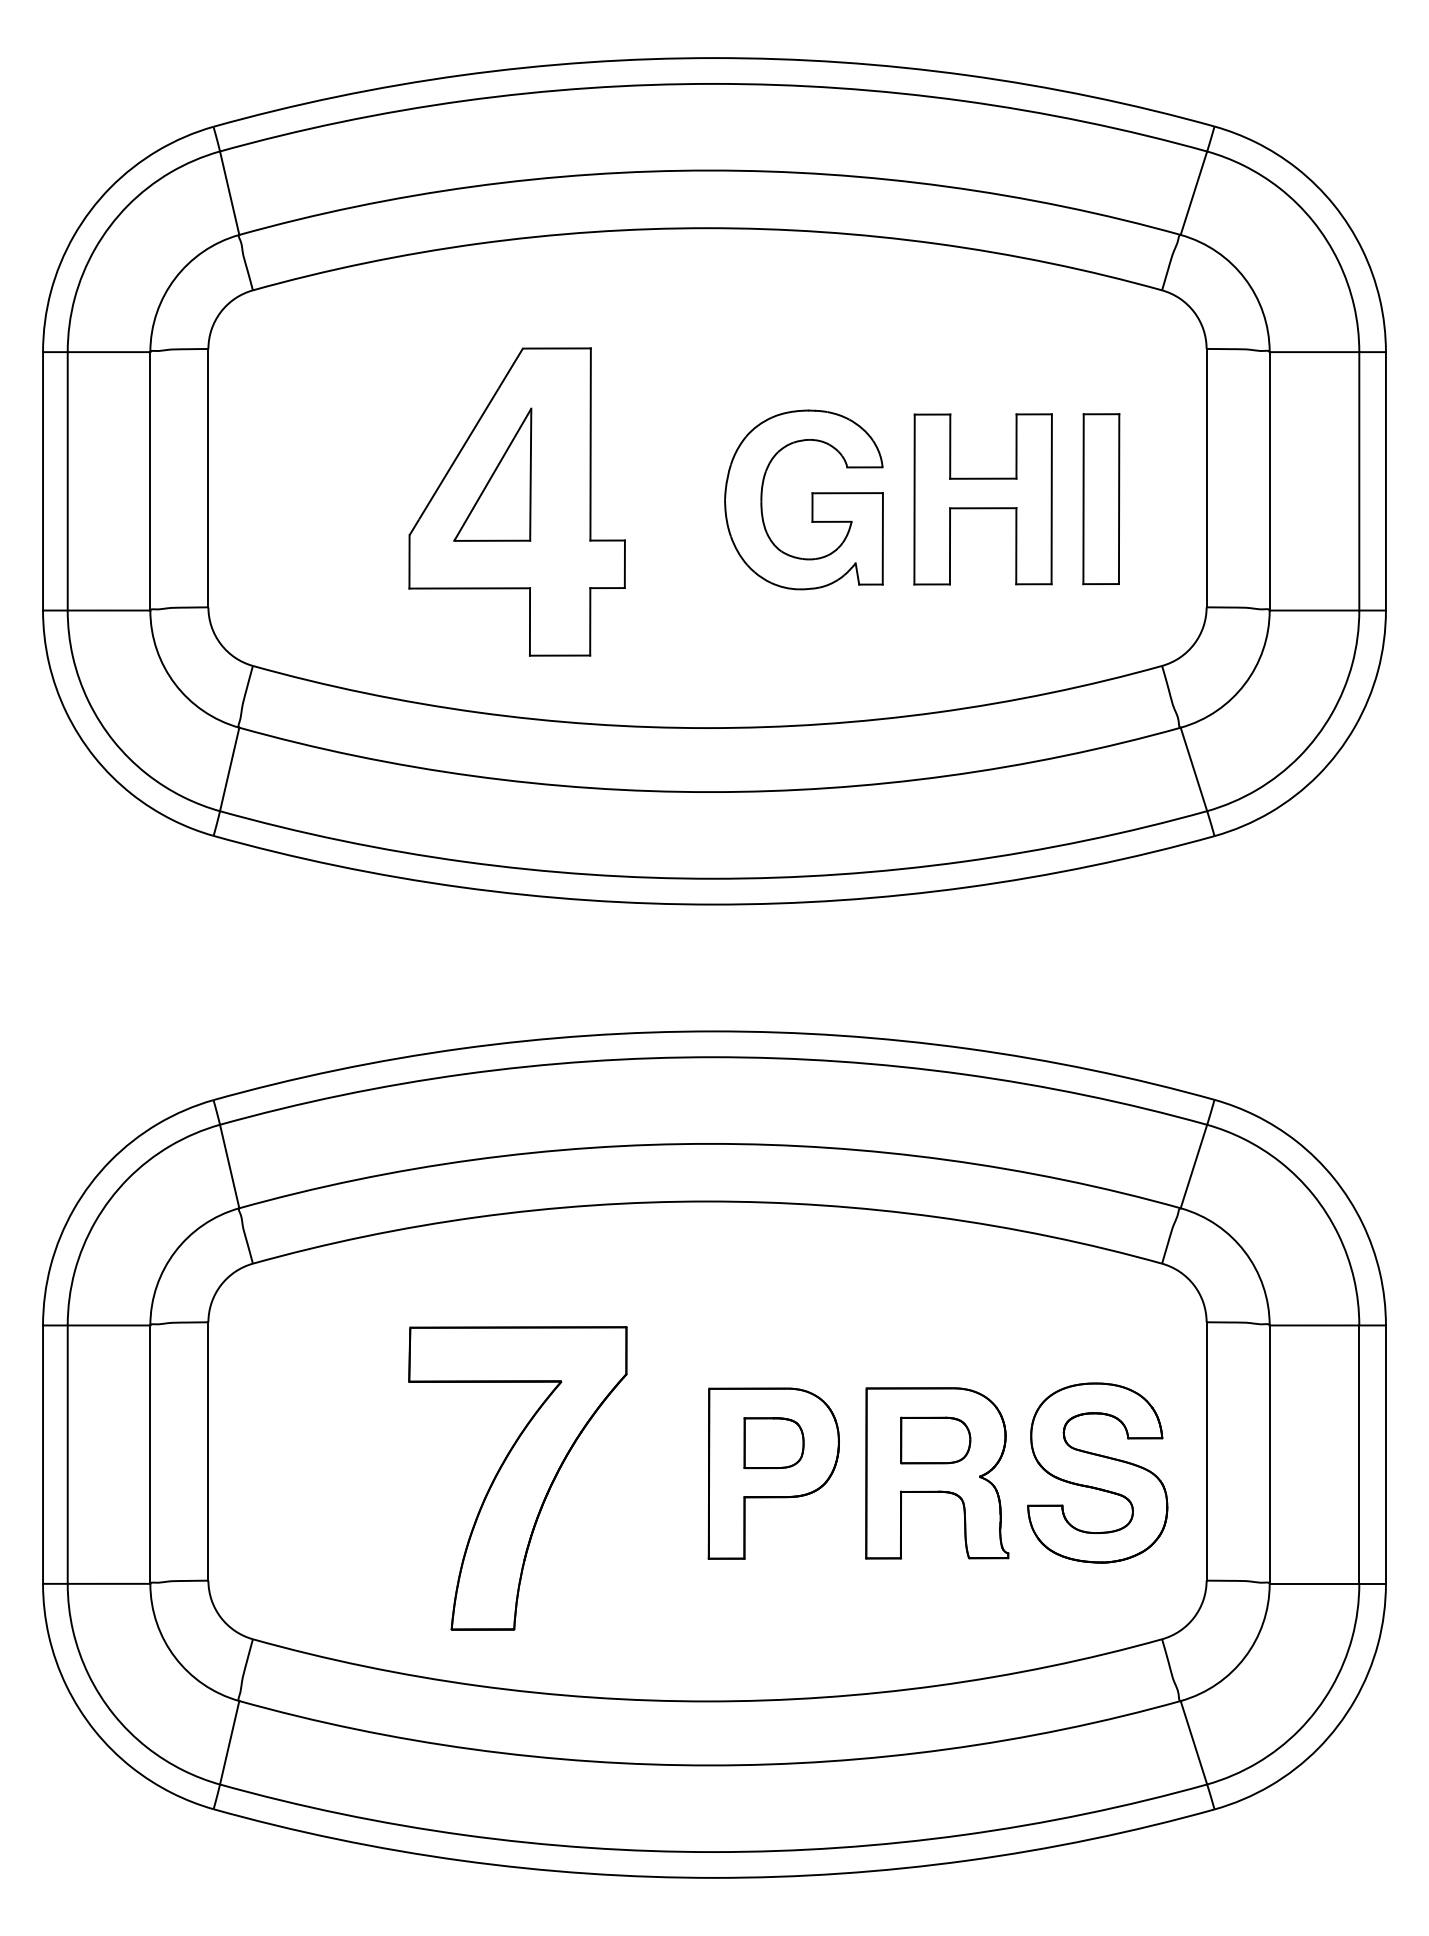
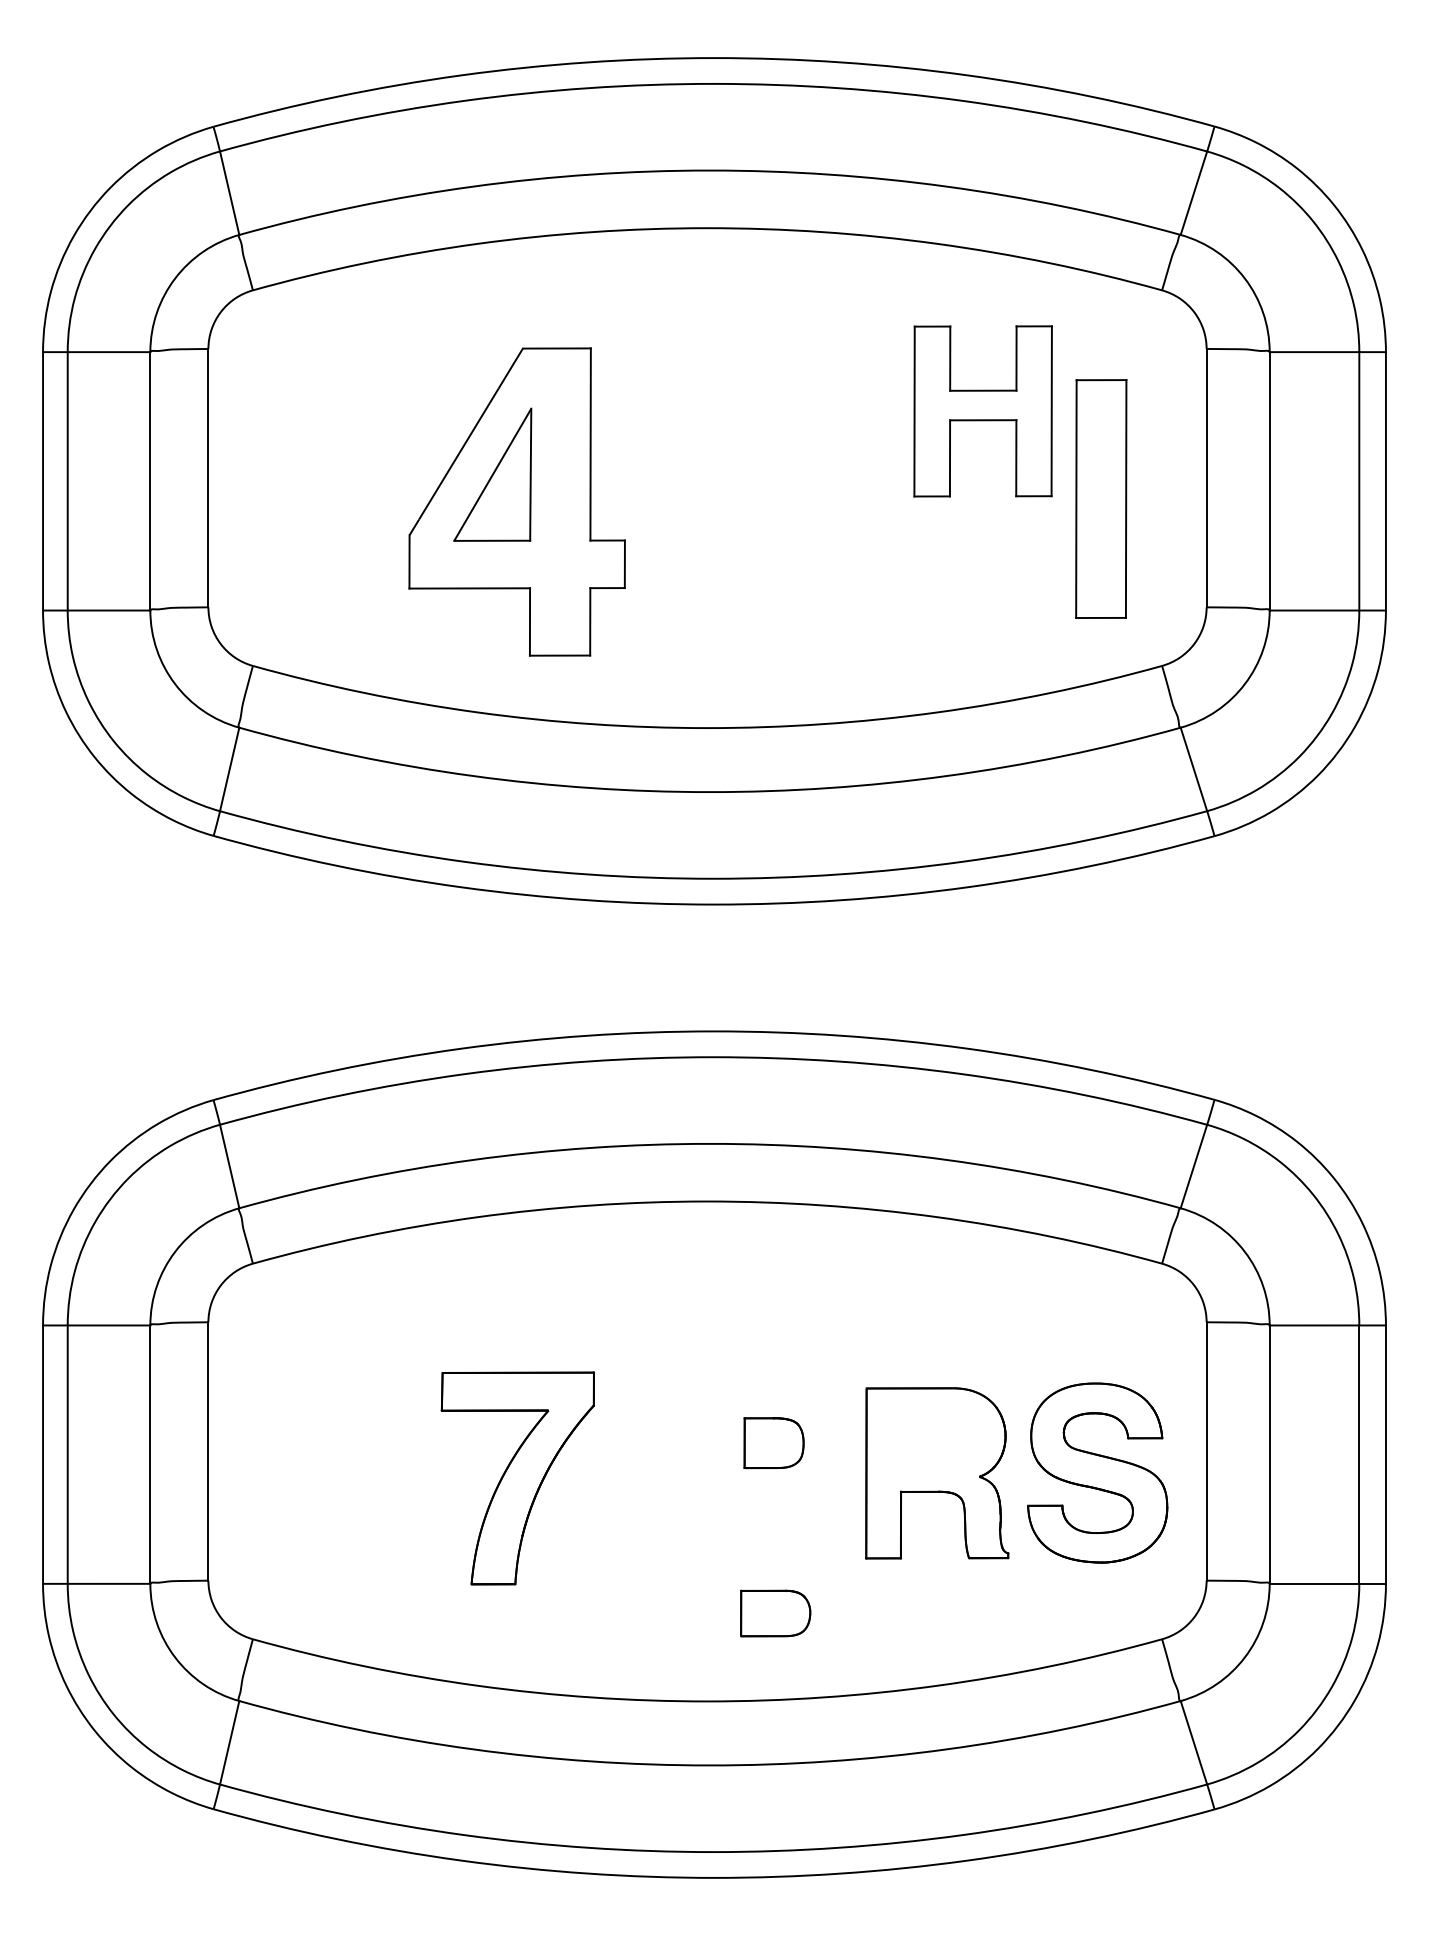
part at (811, 499): present -> none
part at (982, 499) position: (982, 499) -> (982, 411)
part at (1101, 499) size: 39x173 px -> 53x240 px
part at (935, 1440) position: (935, 1440) -> (775, 1613)
part at (773, 1473): present -> none
part at (517, 1478) size: 220x305 px -> 155x215 px
